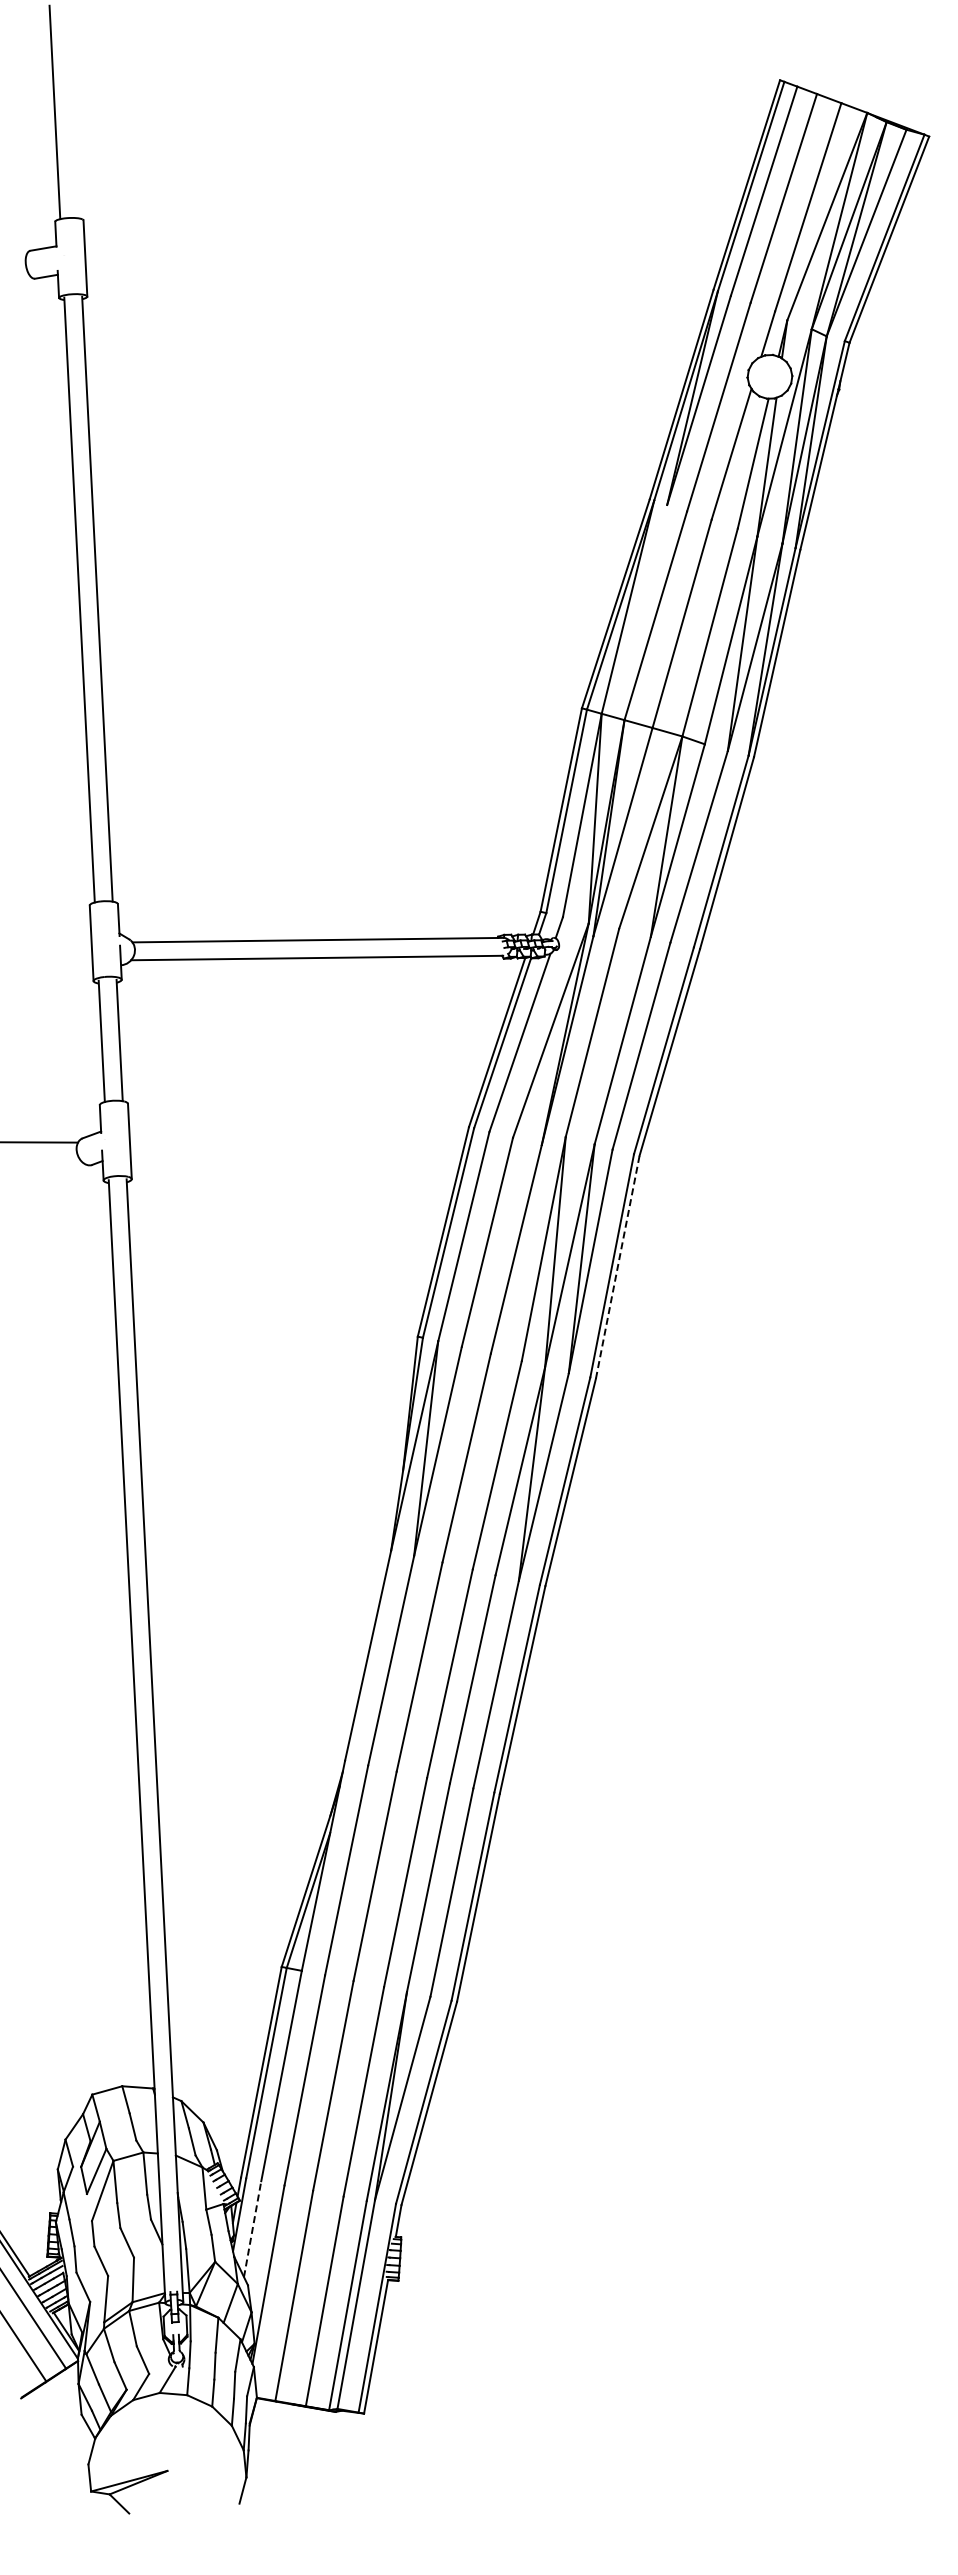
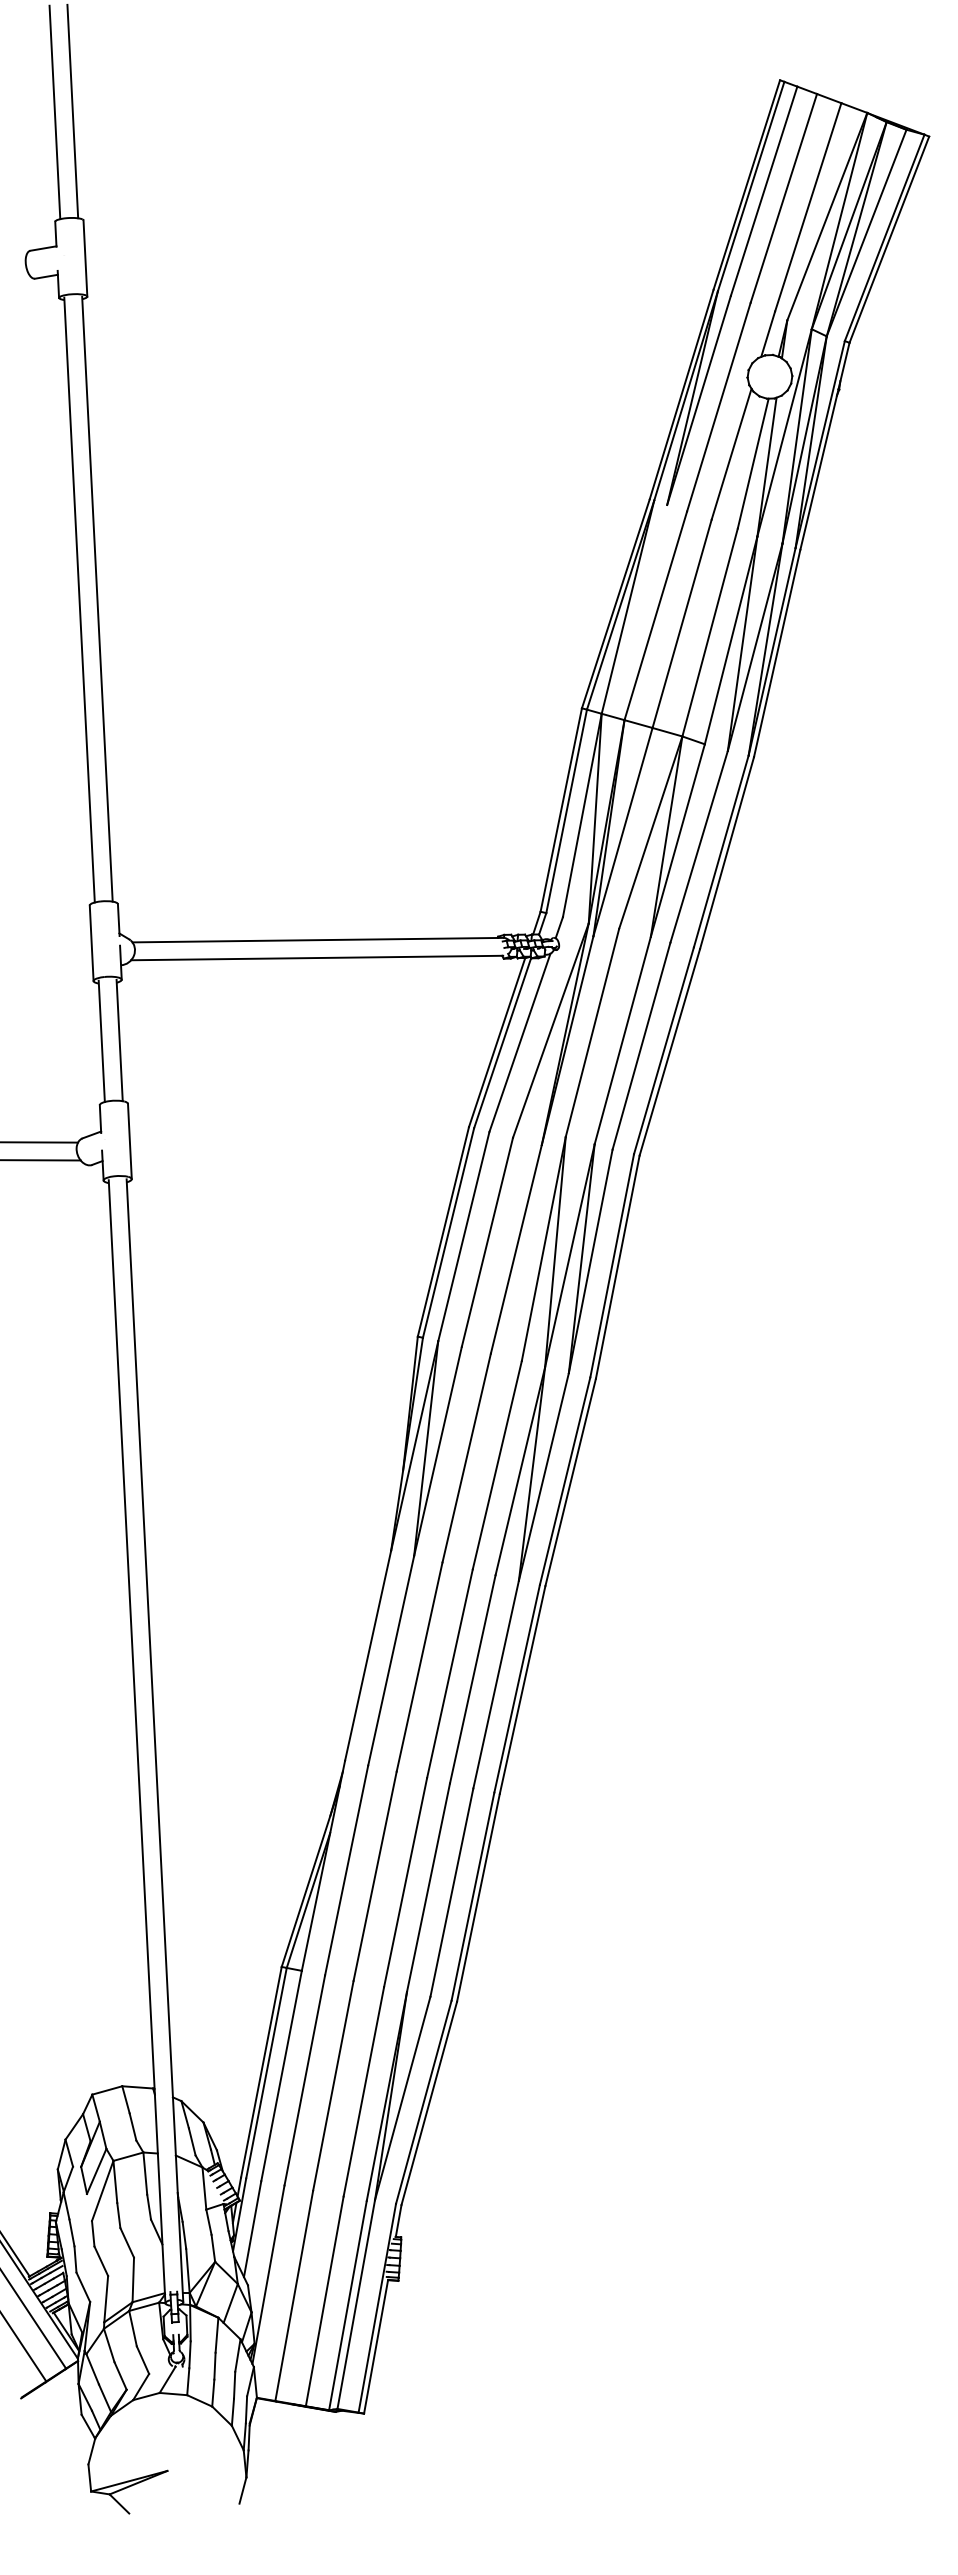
line at (72, 111): none -> present
line at (41, 1160): none -> present
line at (617, 1267): dashed -> solid
line at (252, 2229): dashed -> solid
